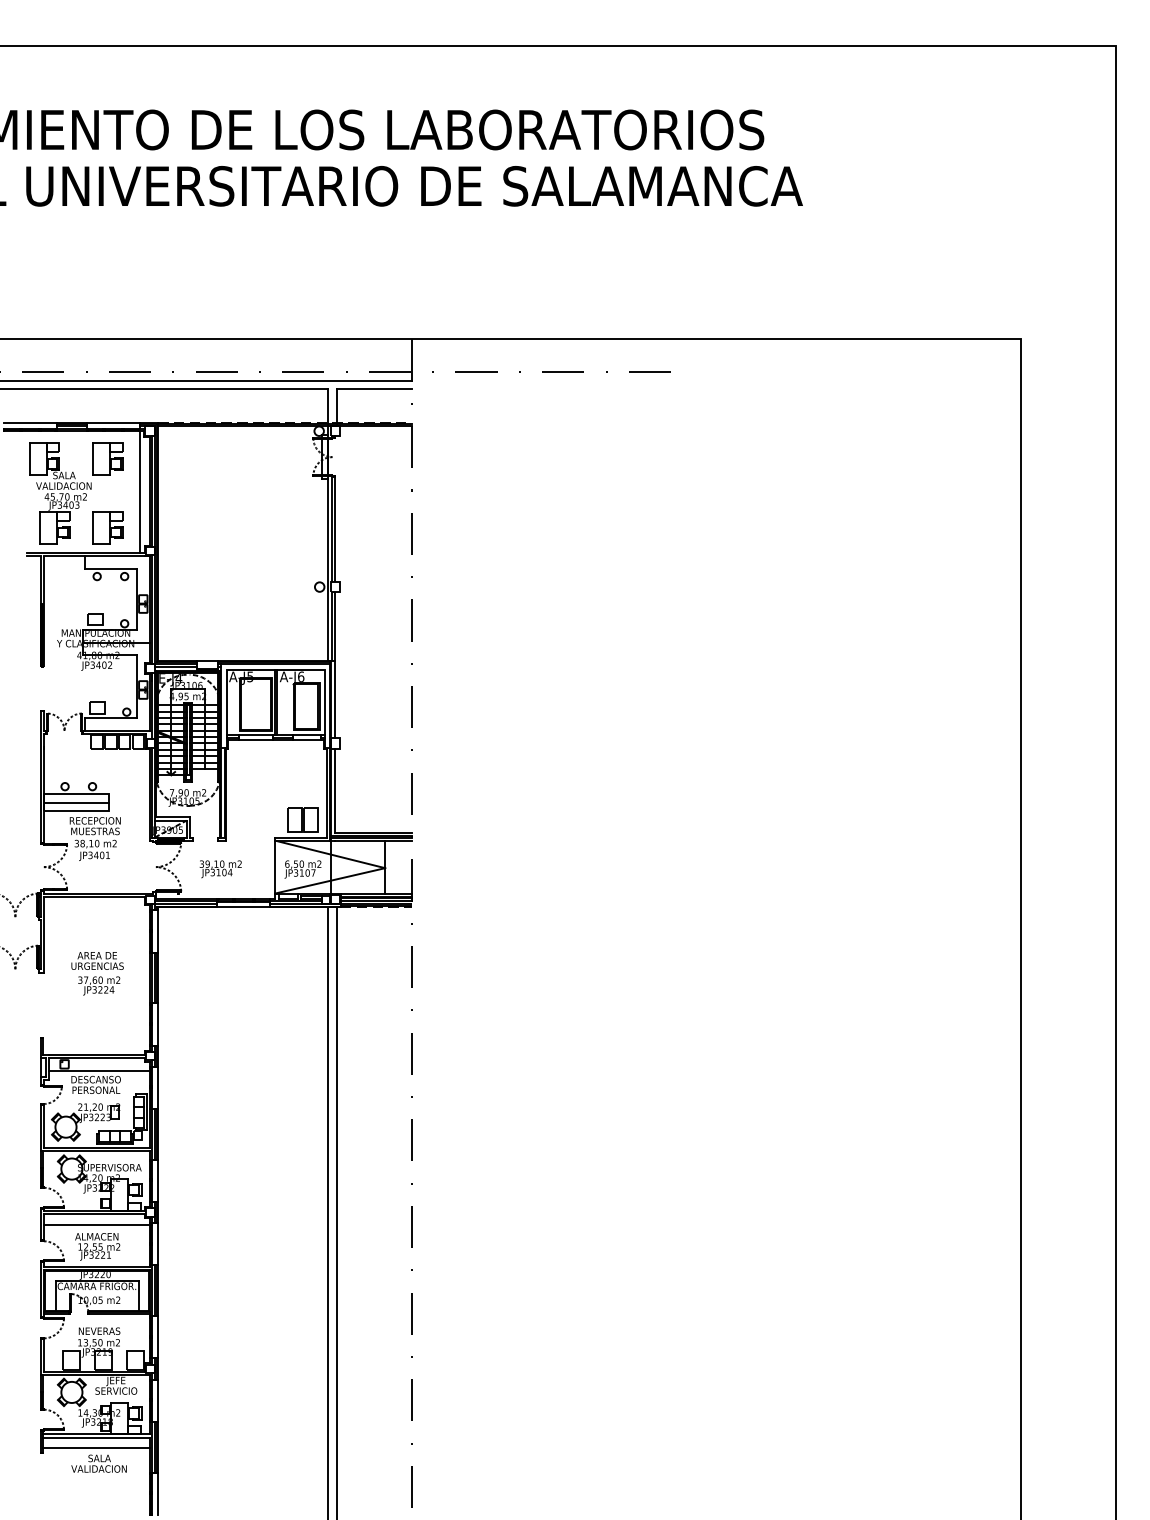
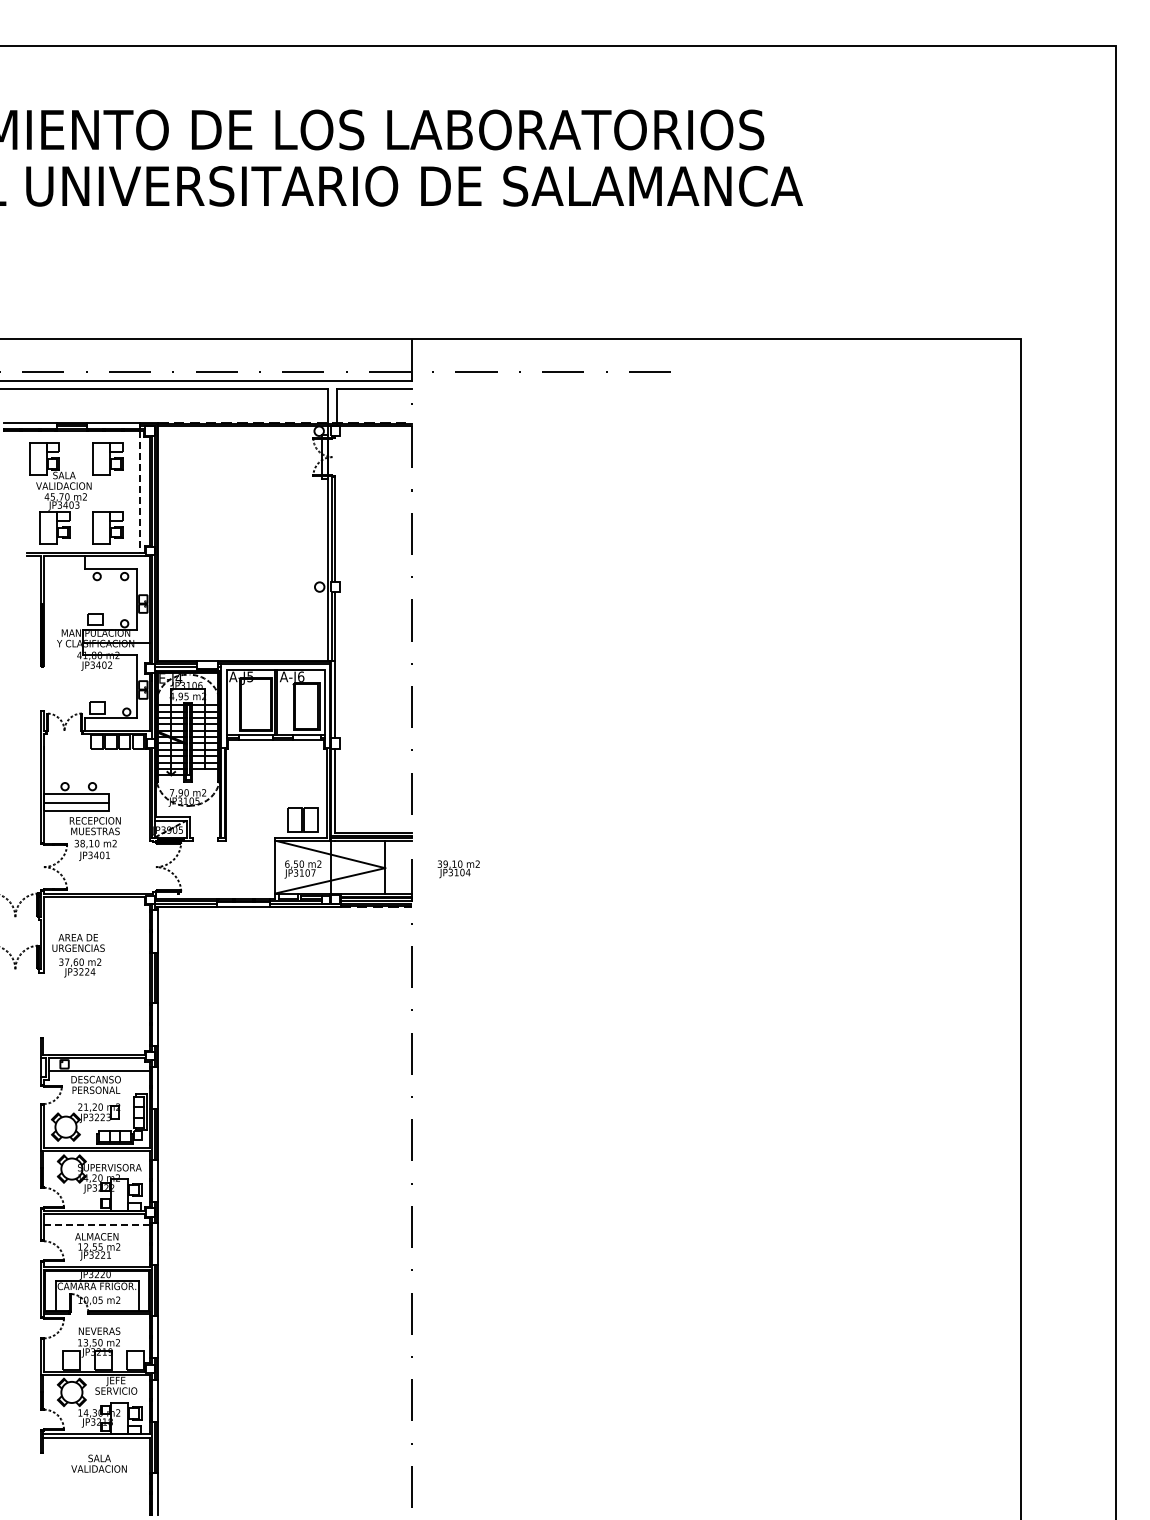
line at (139, 492): solid -> dashed
text at (220, 869) position: (220, 869) -> (458, 869)
text at (97, 973) position: (97, 973) -> (78, 955)
line at (328, 1211): present -> none
line at (336, 1211): present -> none
line at (96, 1224): solid -> dashed
line at (96, 1448): present -> none
